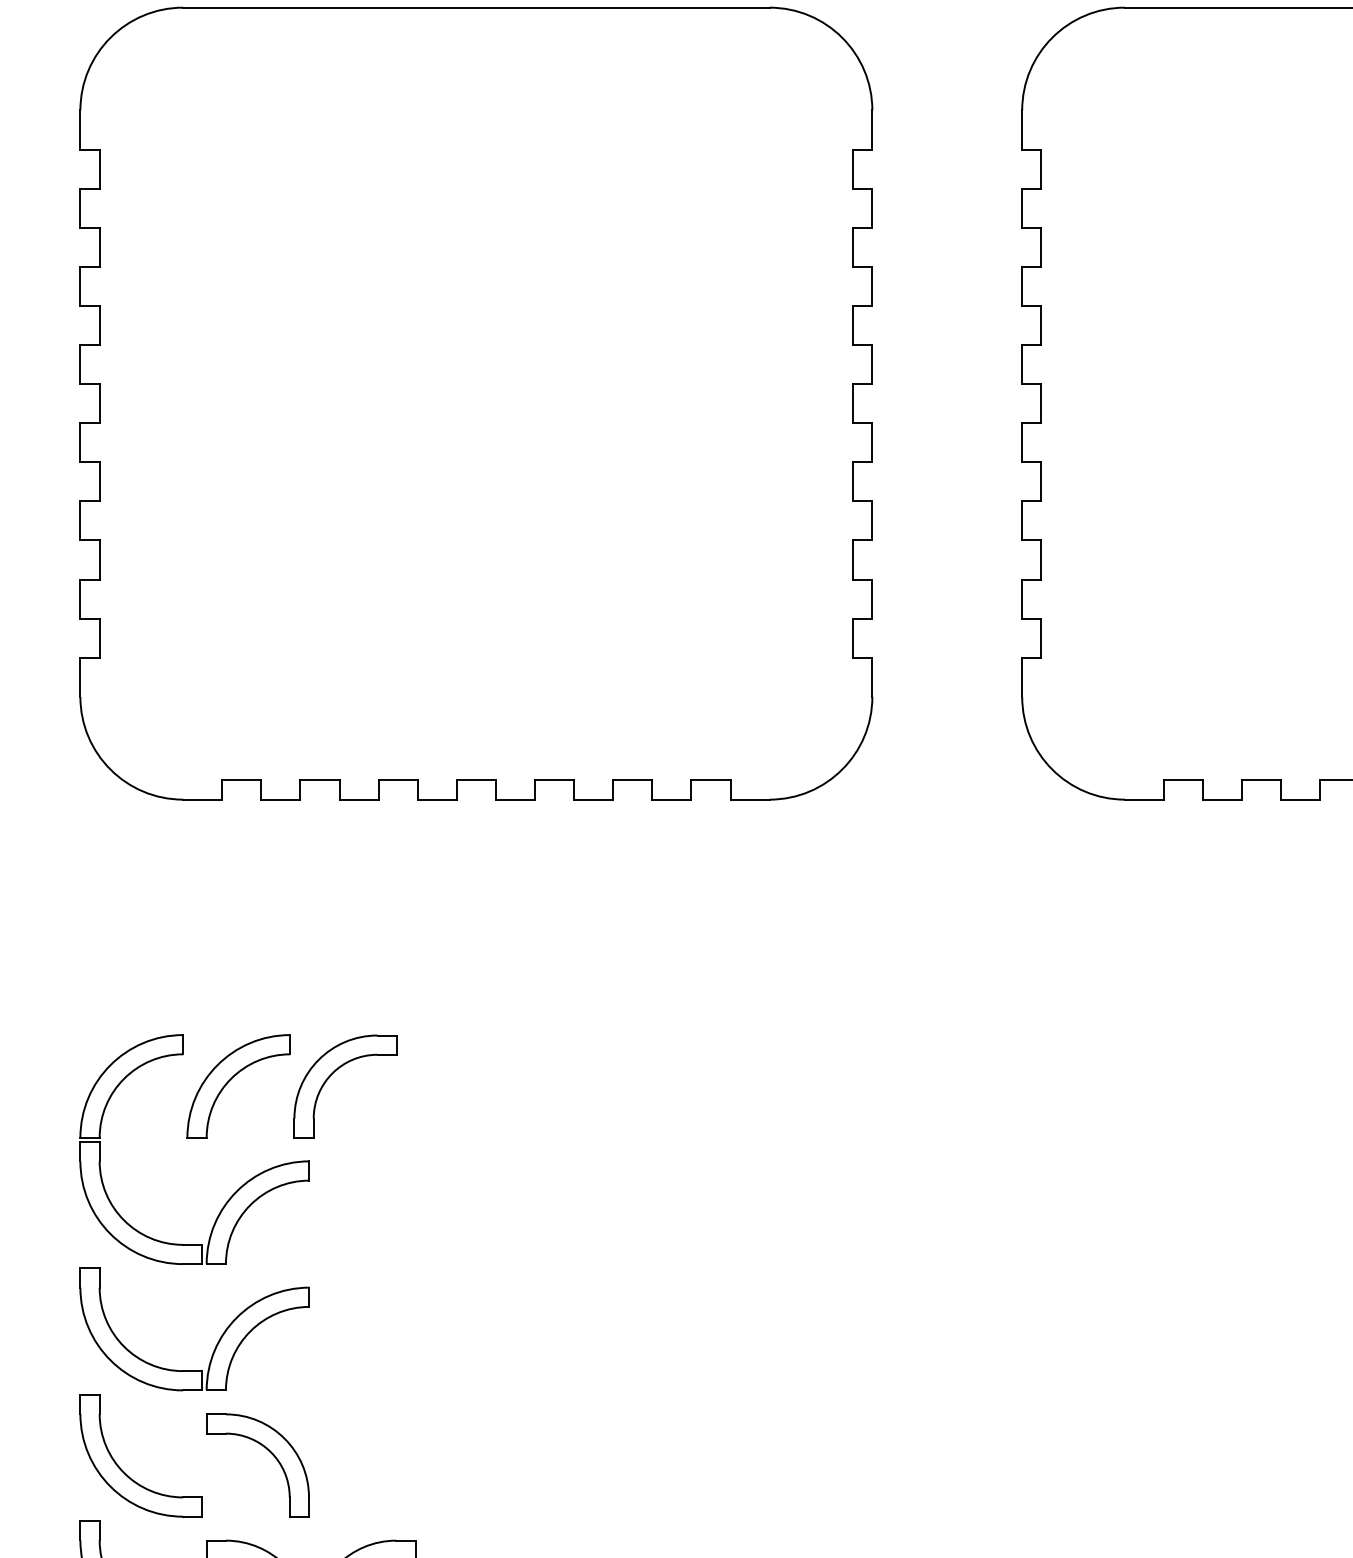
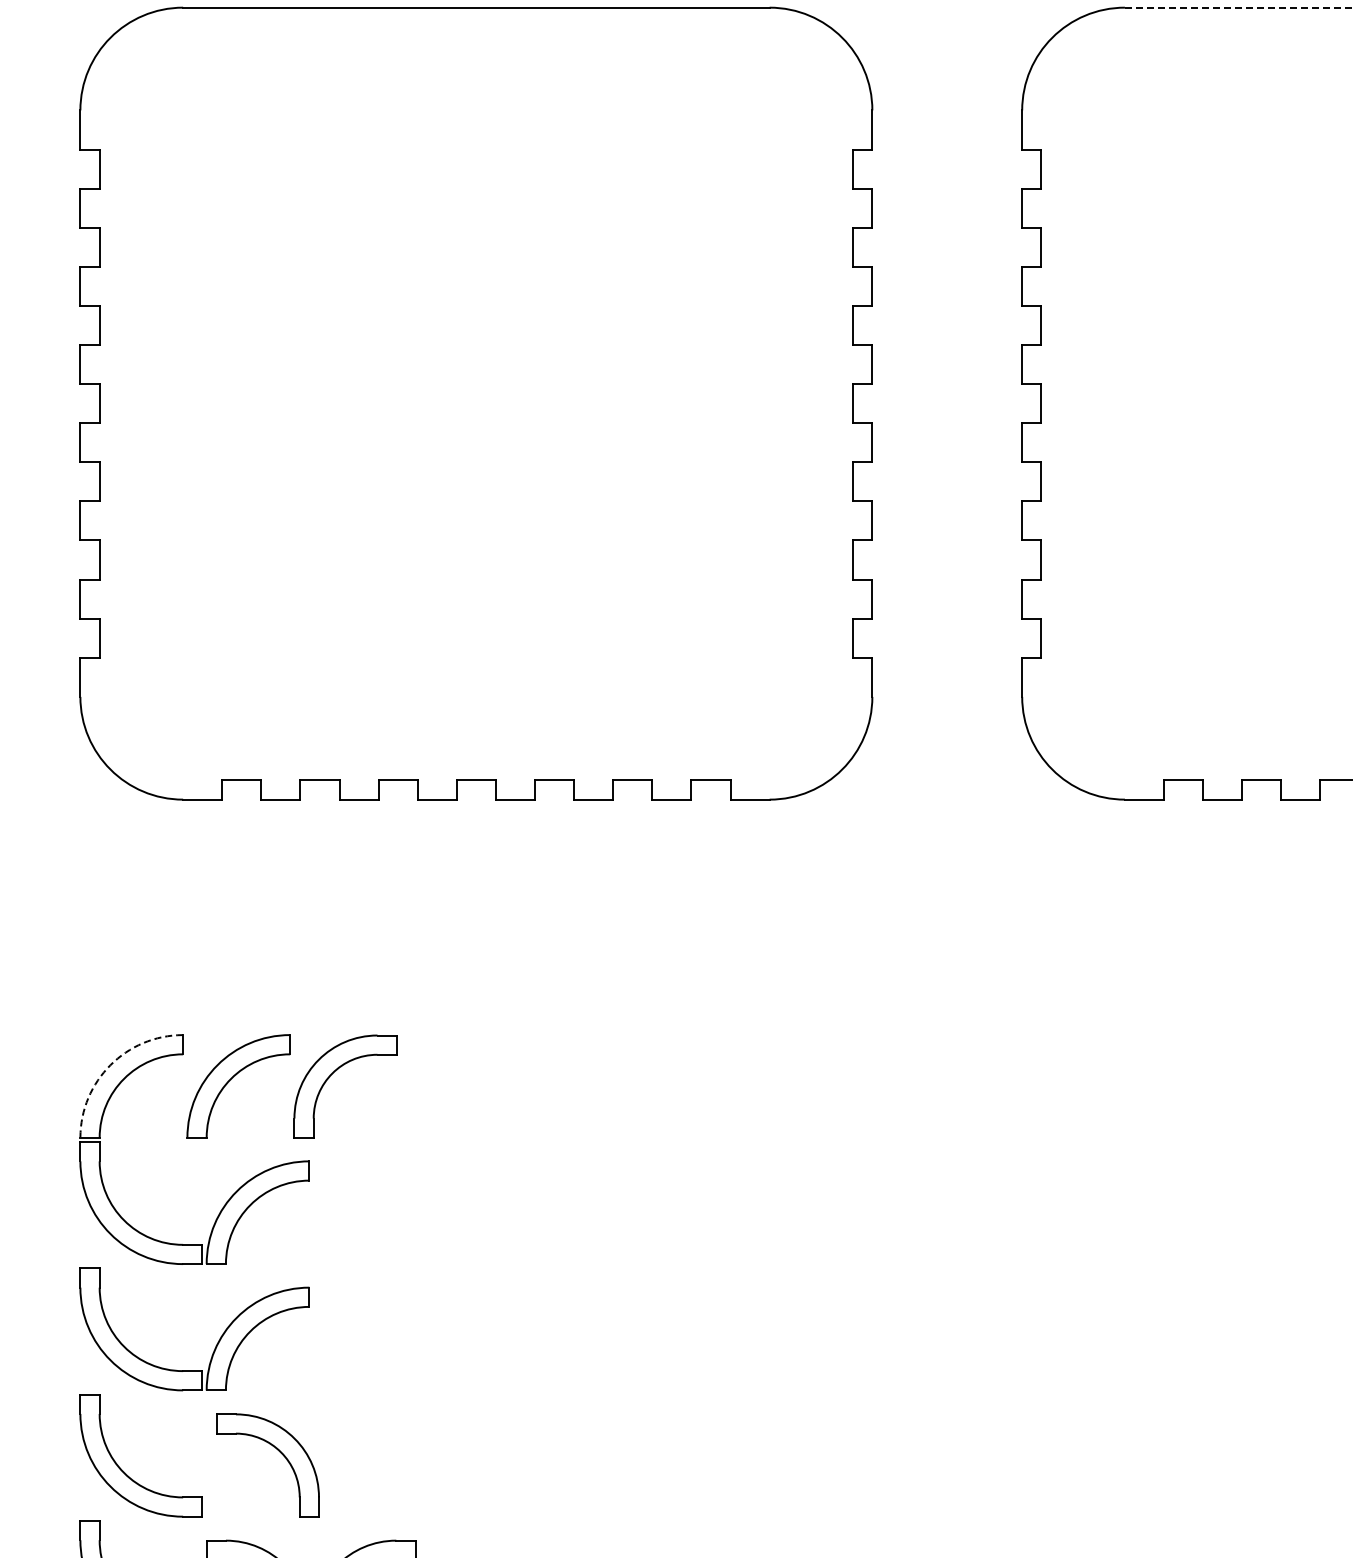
line at (1238, 7): solid -> dashed
arc at (110, 1065): solid -> dashed
part at (269, 1452) position: (269, 1452) -> (279, 1452)
